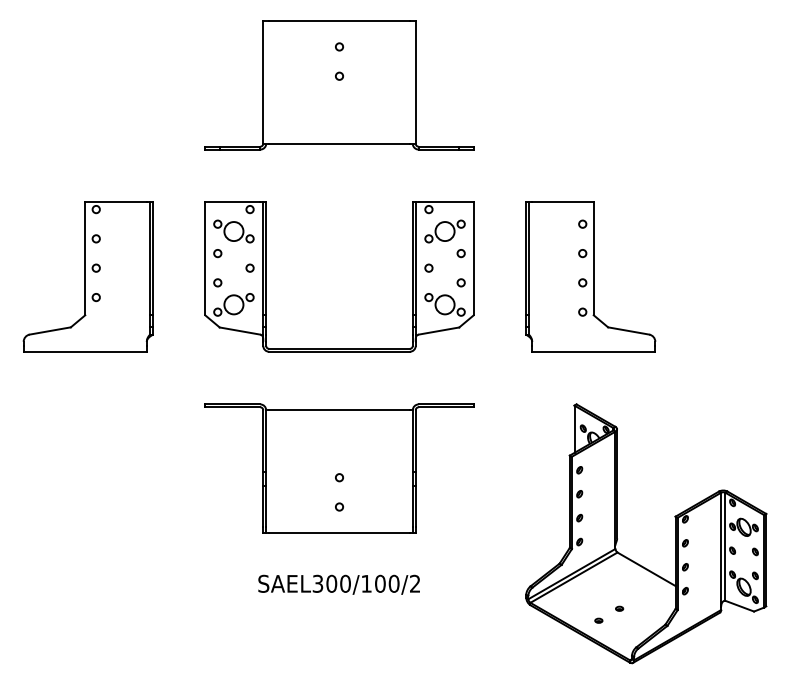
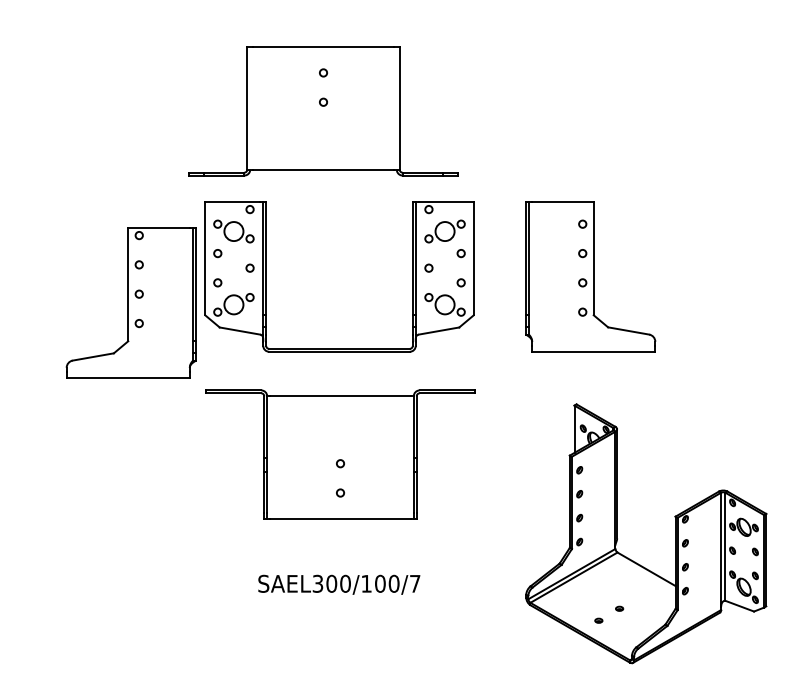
part at (339, 85) position: (339, 85) -> (323, 111)
part at (87, 276) position: (87, 276) -> (130, 302)
part at (339, 468) position: (339, 468) -> (340, 454)
text at (415, 583): SAEL300/100/2 -> SAEL300/100/7
